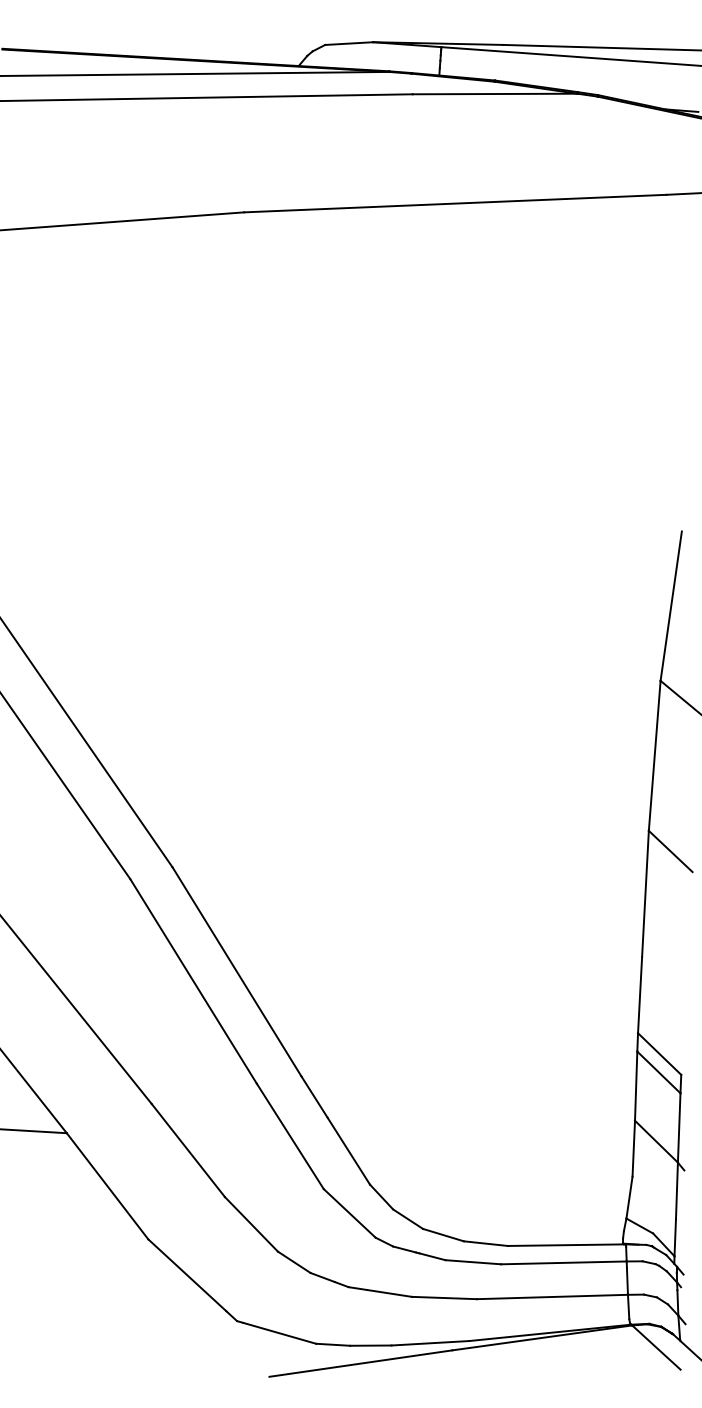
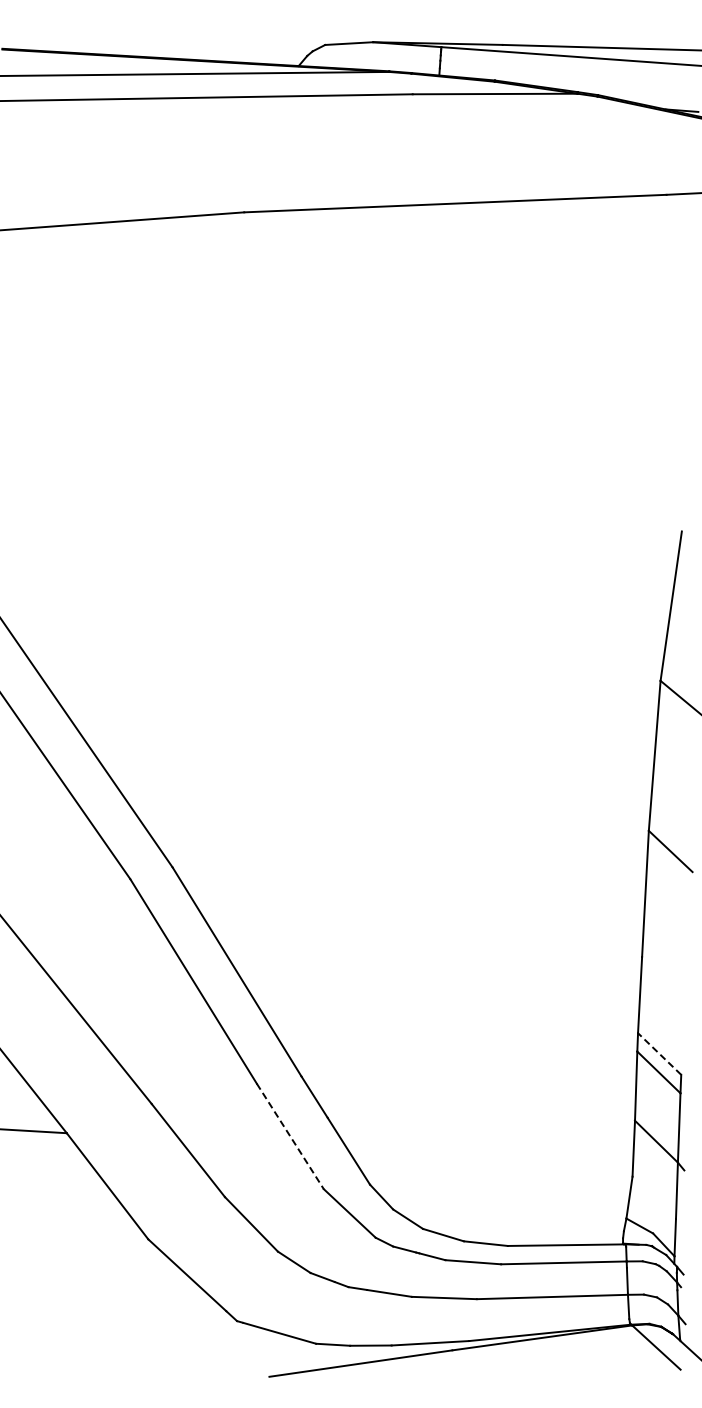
line at (659, 1053): solid -> dashed
line at (290, 1136): solid -> dashed
